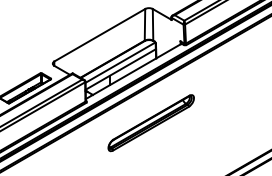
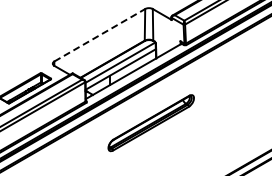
line at (100, 35): solid -> dashed
